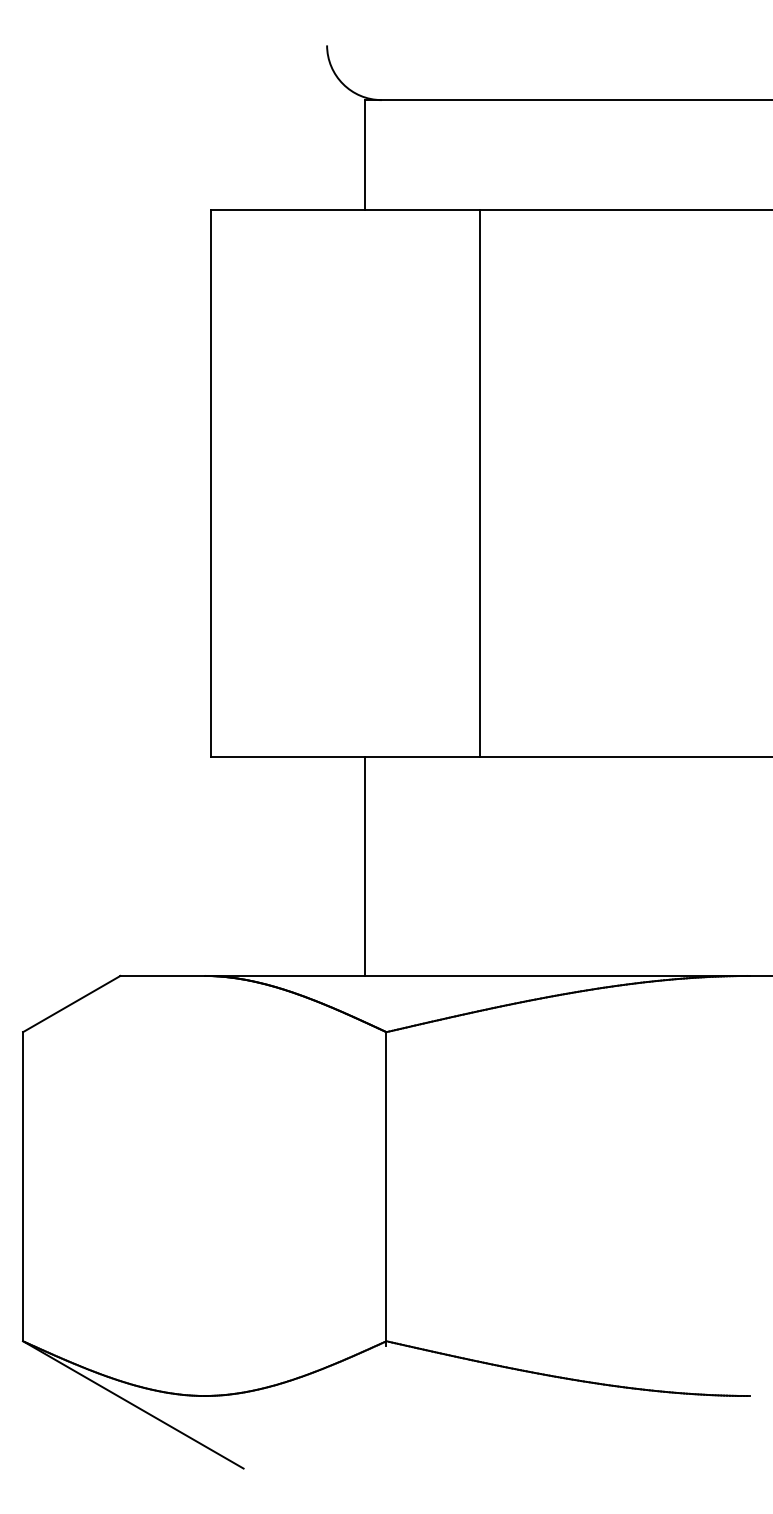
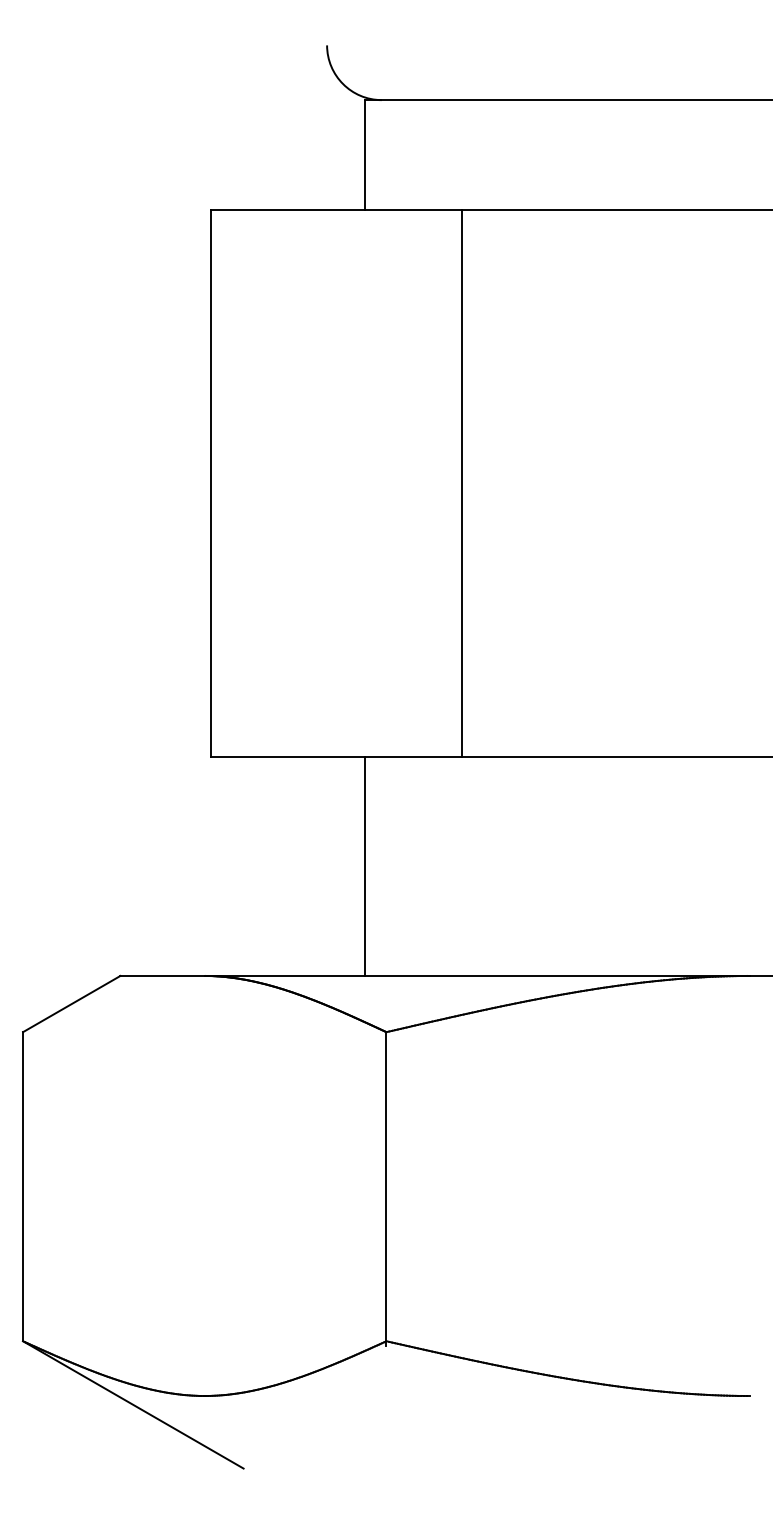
line at (479, 482) position: (479, 482) -> (461, 482)
